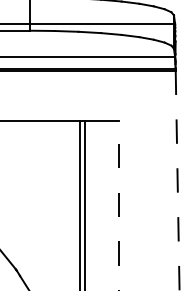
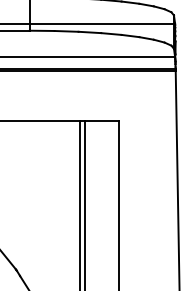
line at (177, 180): dashed -> solid
line at (118, 205): dashed -> solid
